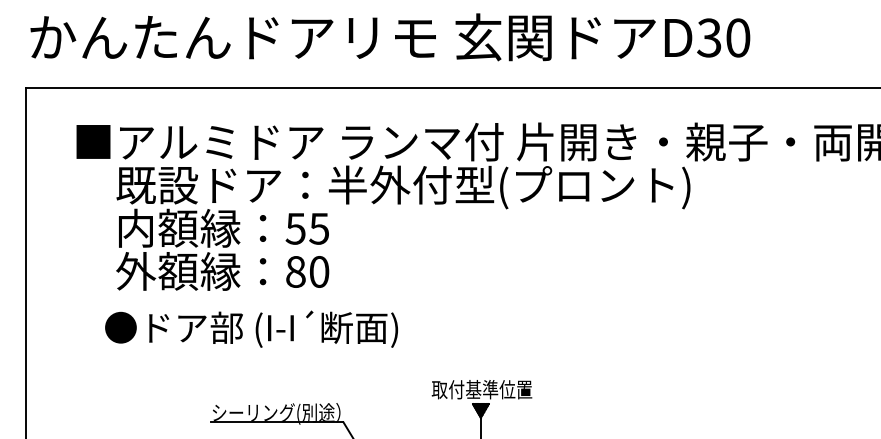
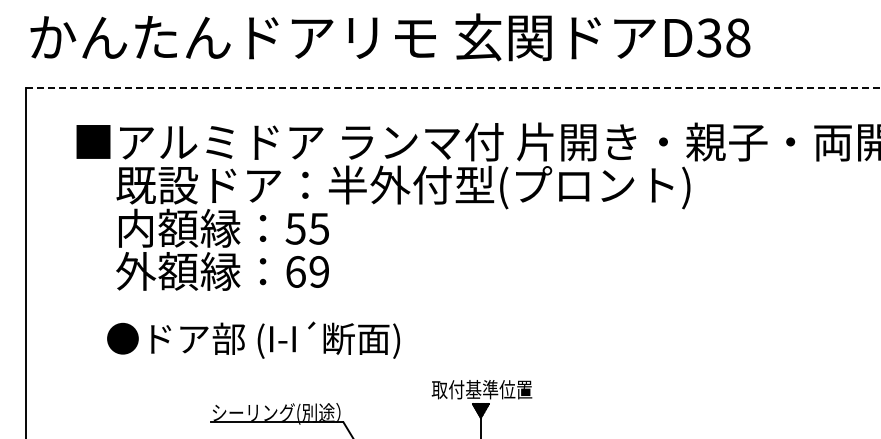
text at (738, 37): D30 -> D38
line at (453, 88): solid -> dashed
text at (307, 271): 80 -> 69
text at (251, 328) position: (251, 328) -> (253, 339)
